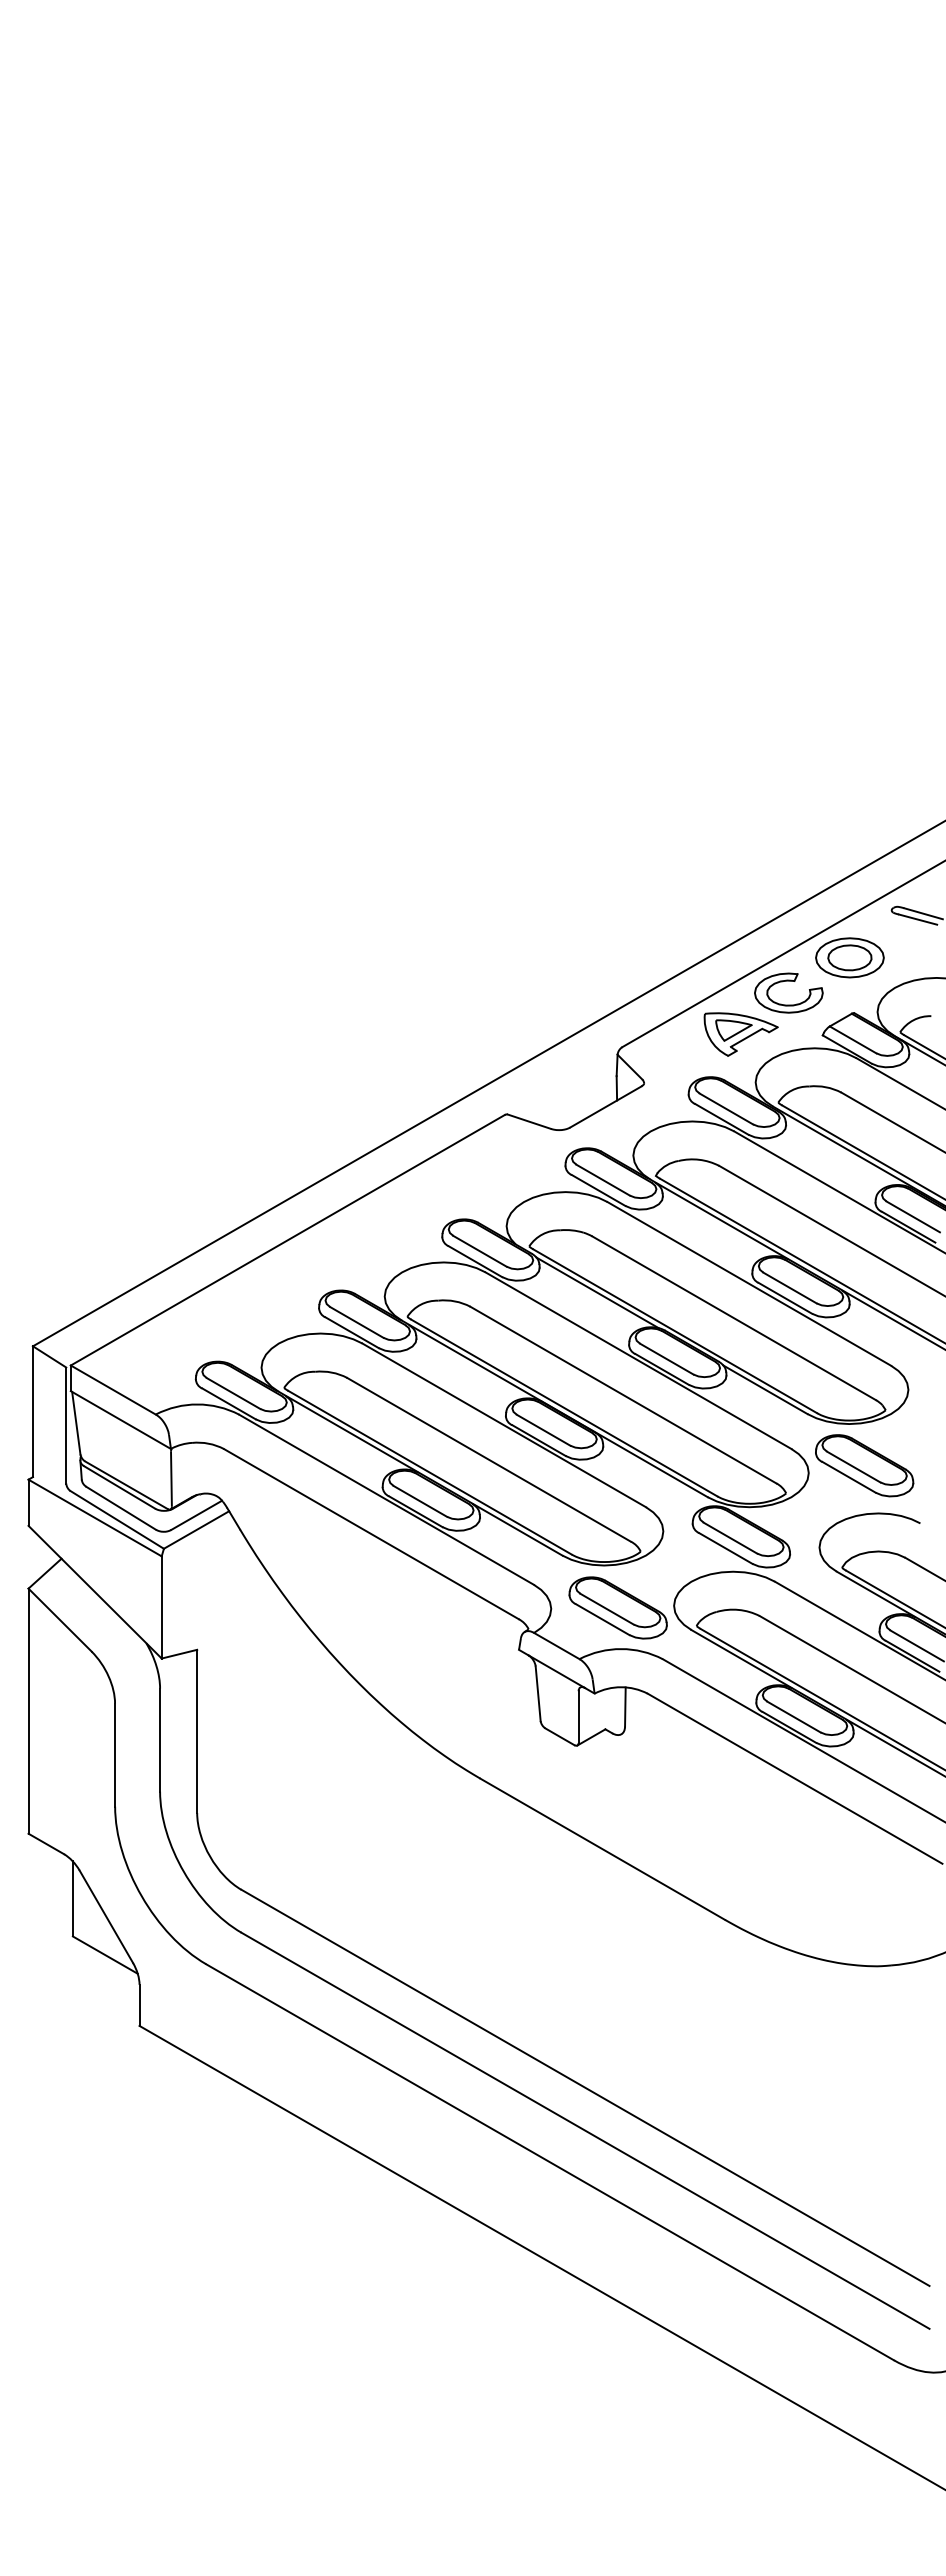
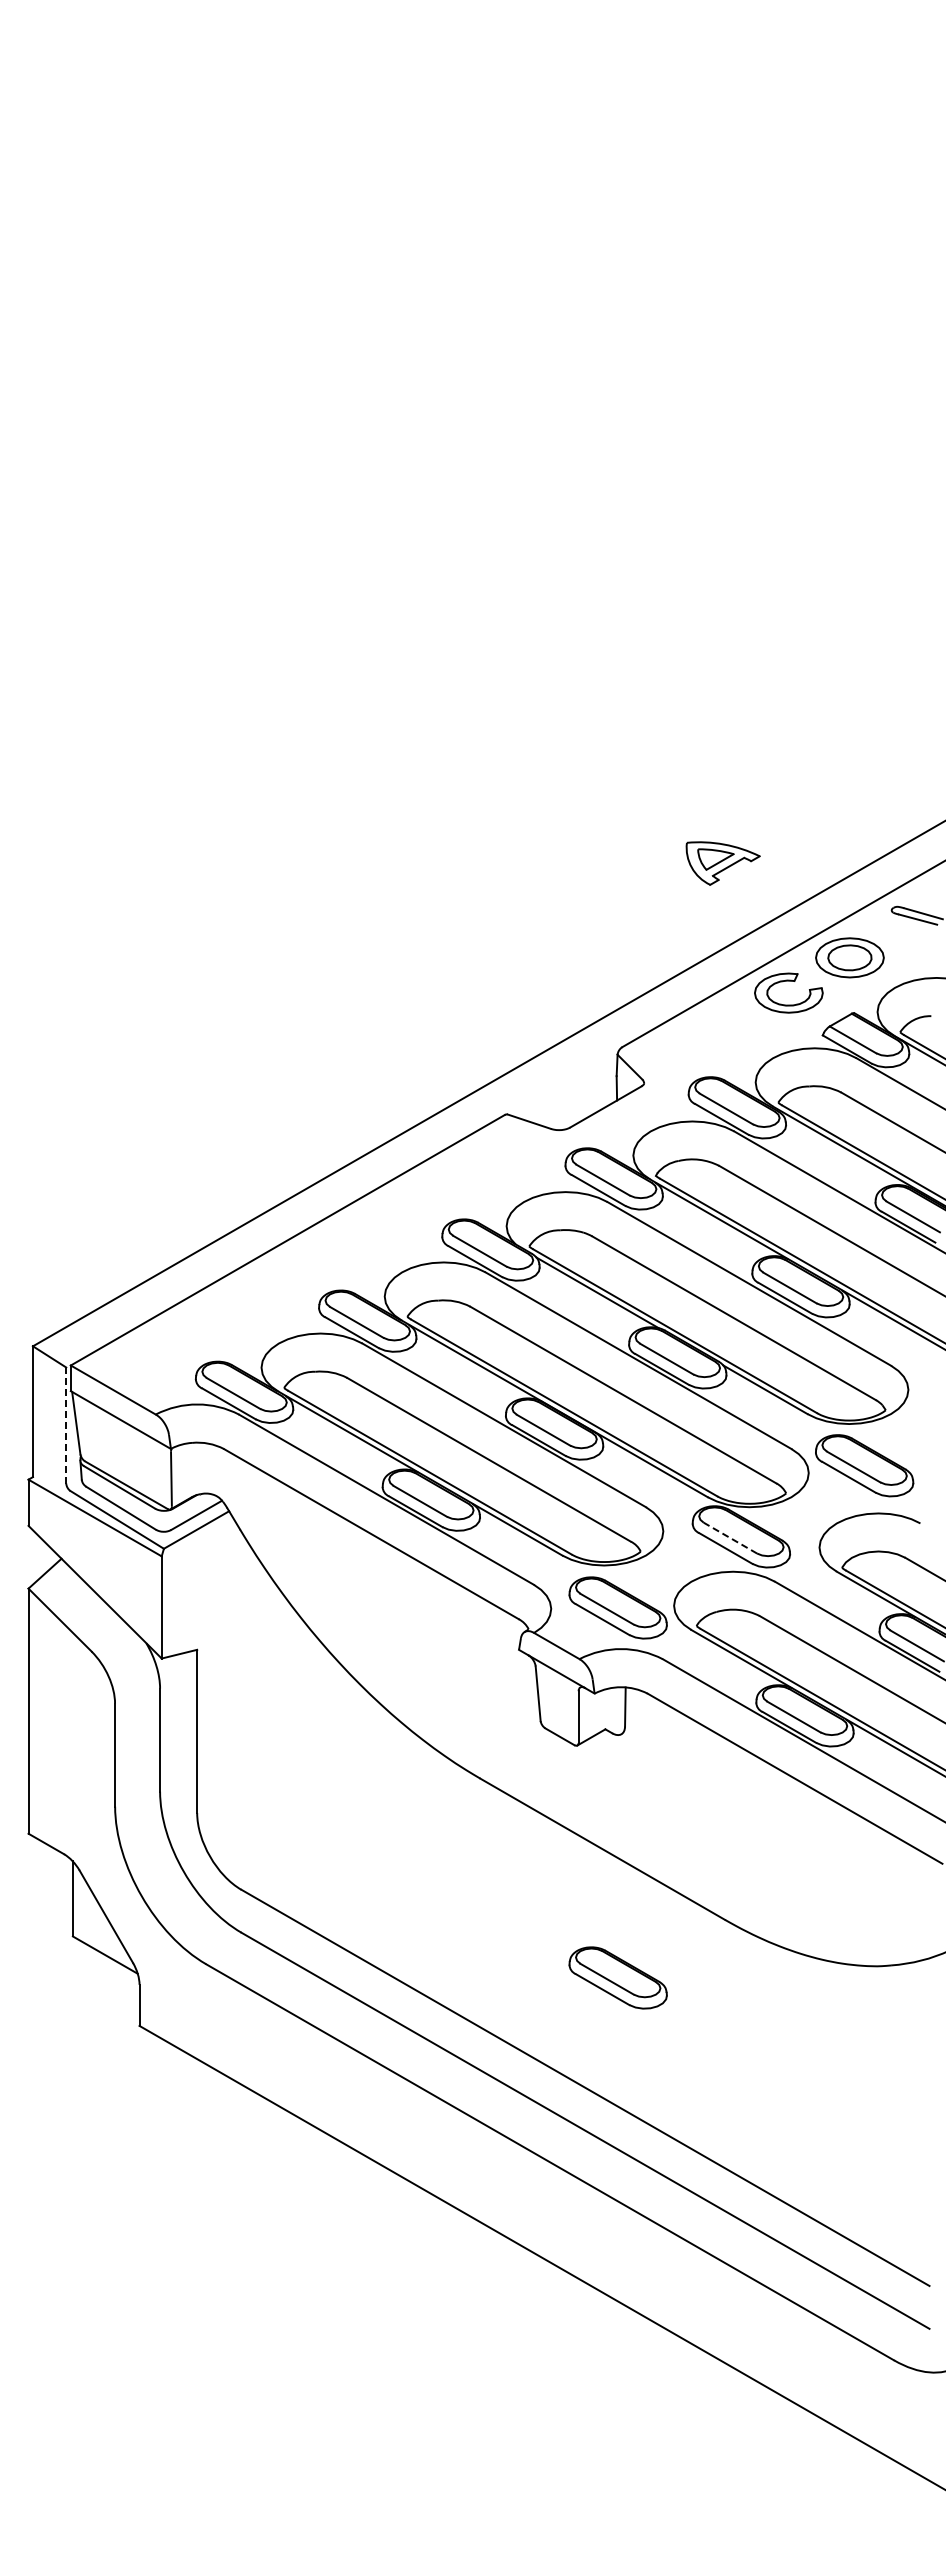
part at (740, 1034) position: (740, 1034) -> (722, 863)
line at (66, 1425): solid -> dashed
line at (730, 1538): solid -> dashed
part at (617, 1977): none -> present
